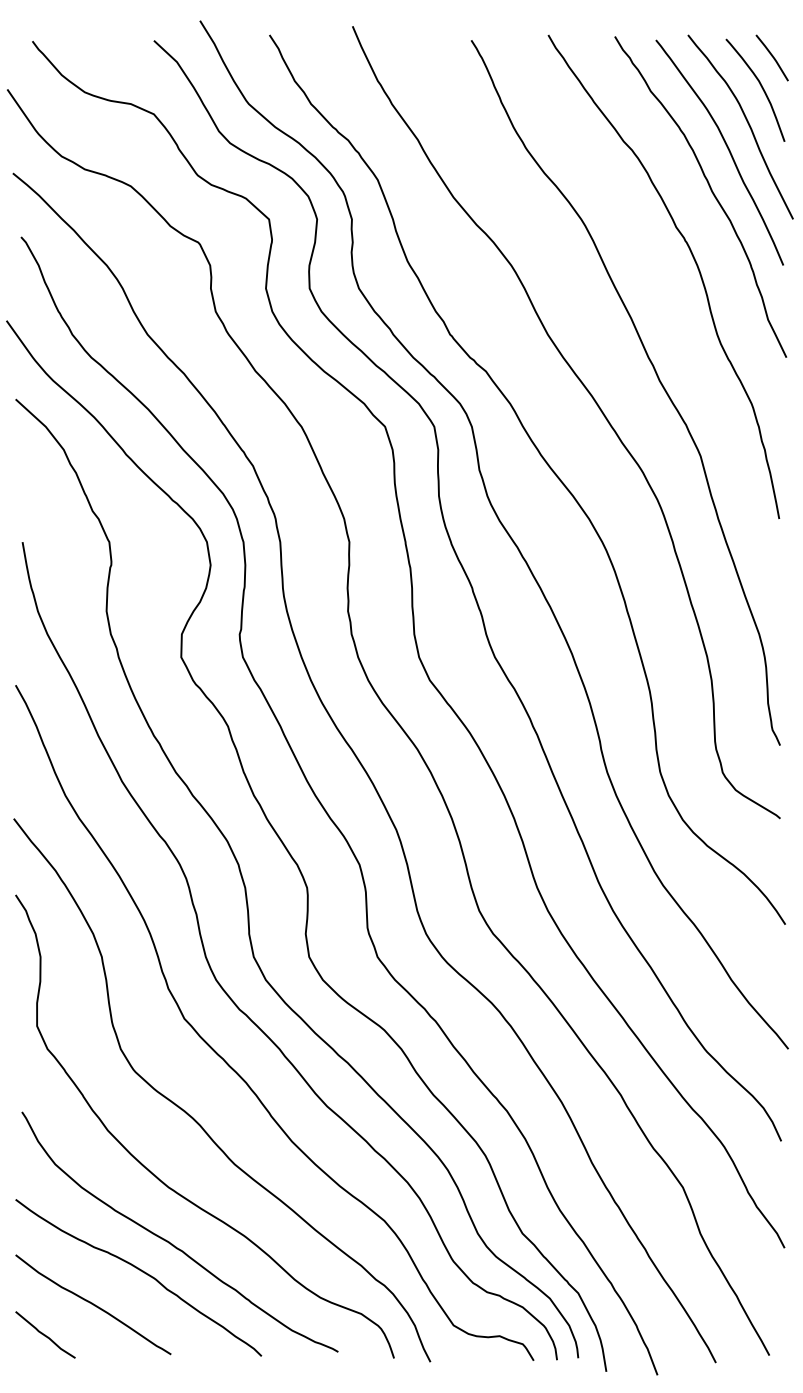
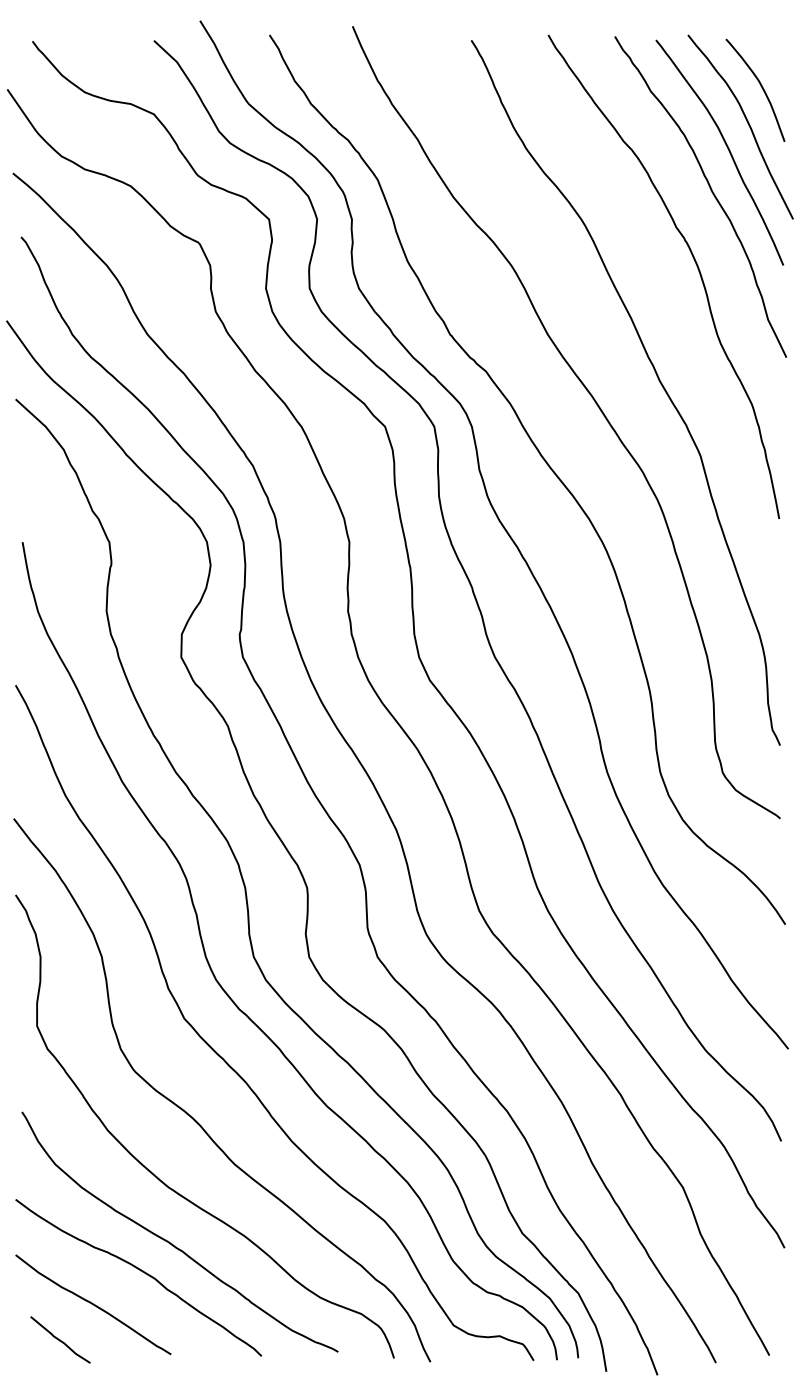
line at (771, 56): present -> none
curve at (45, 1334) position: (45, 1334) -> (60, 1339)
